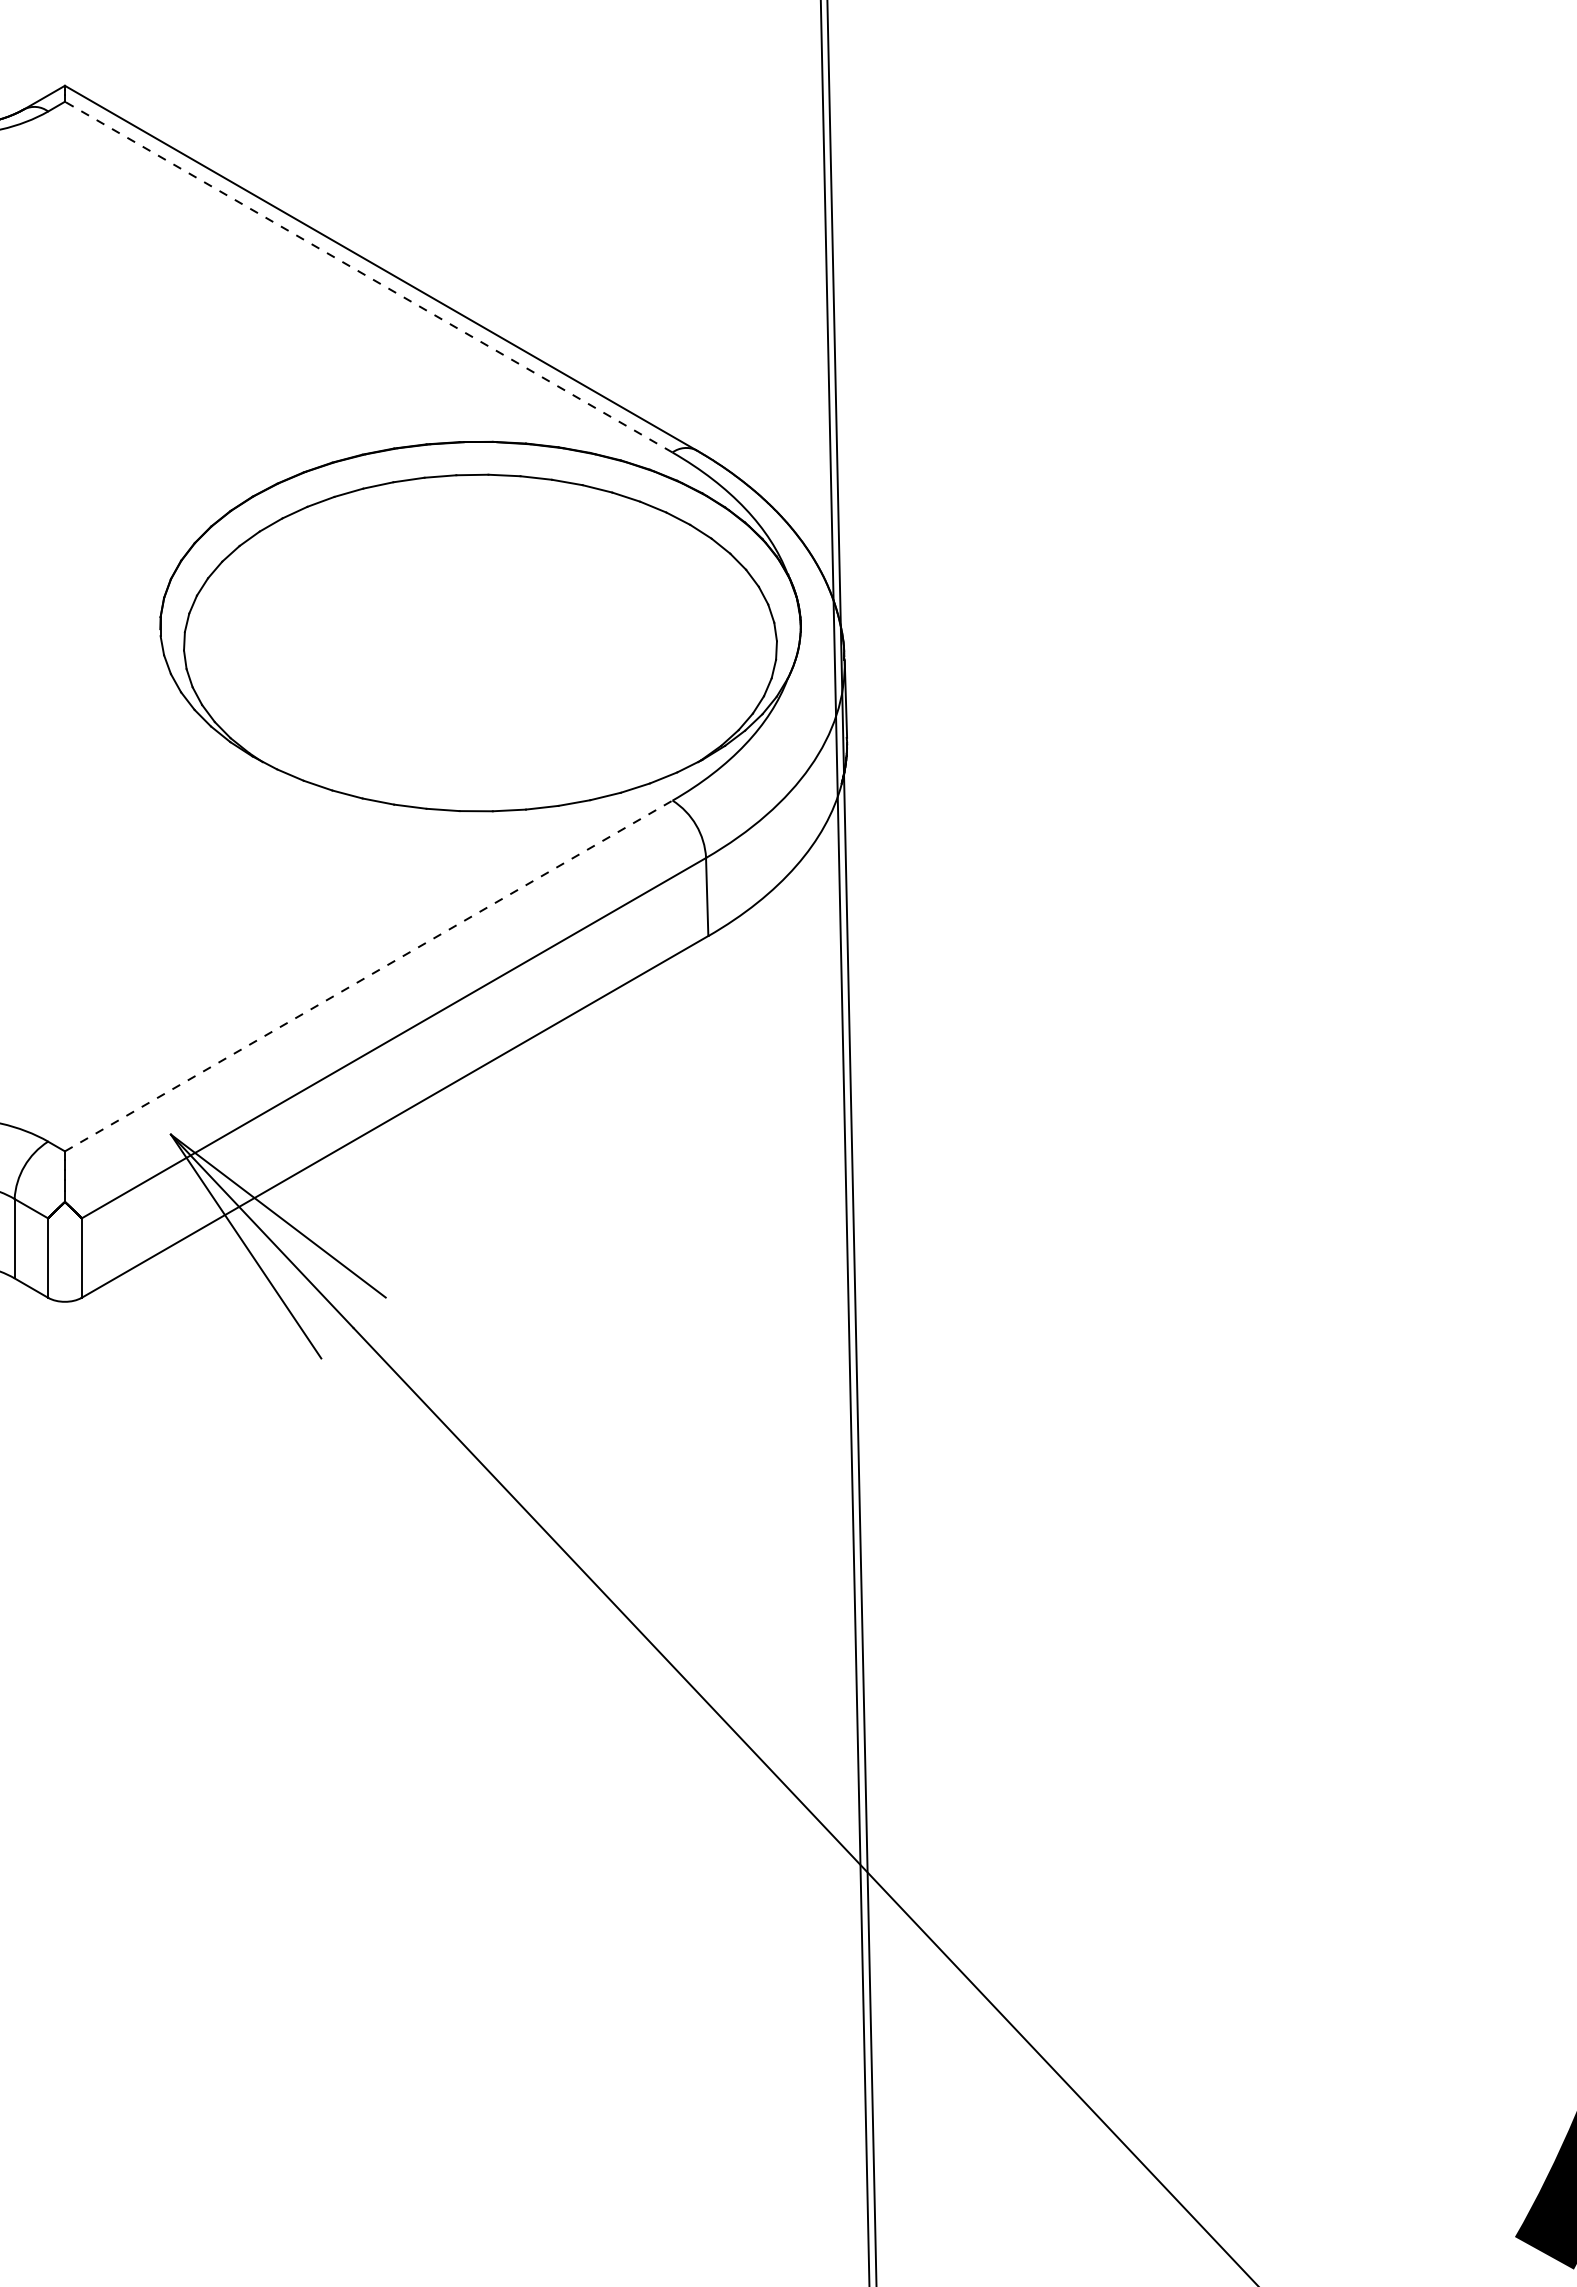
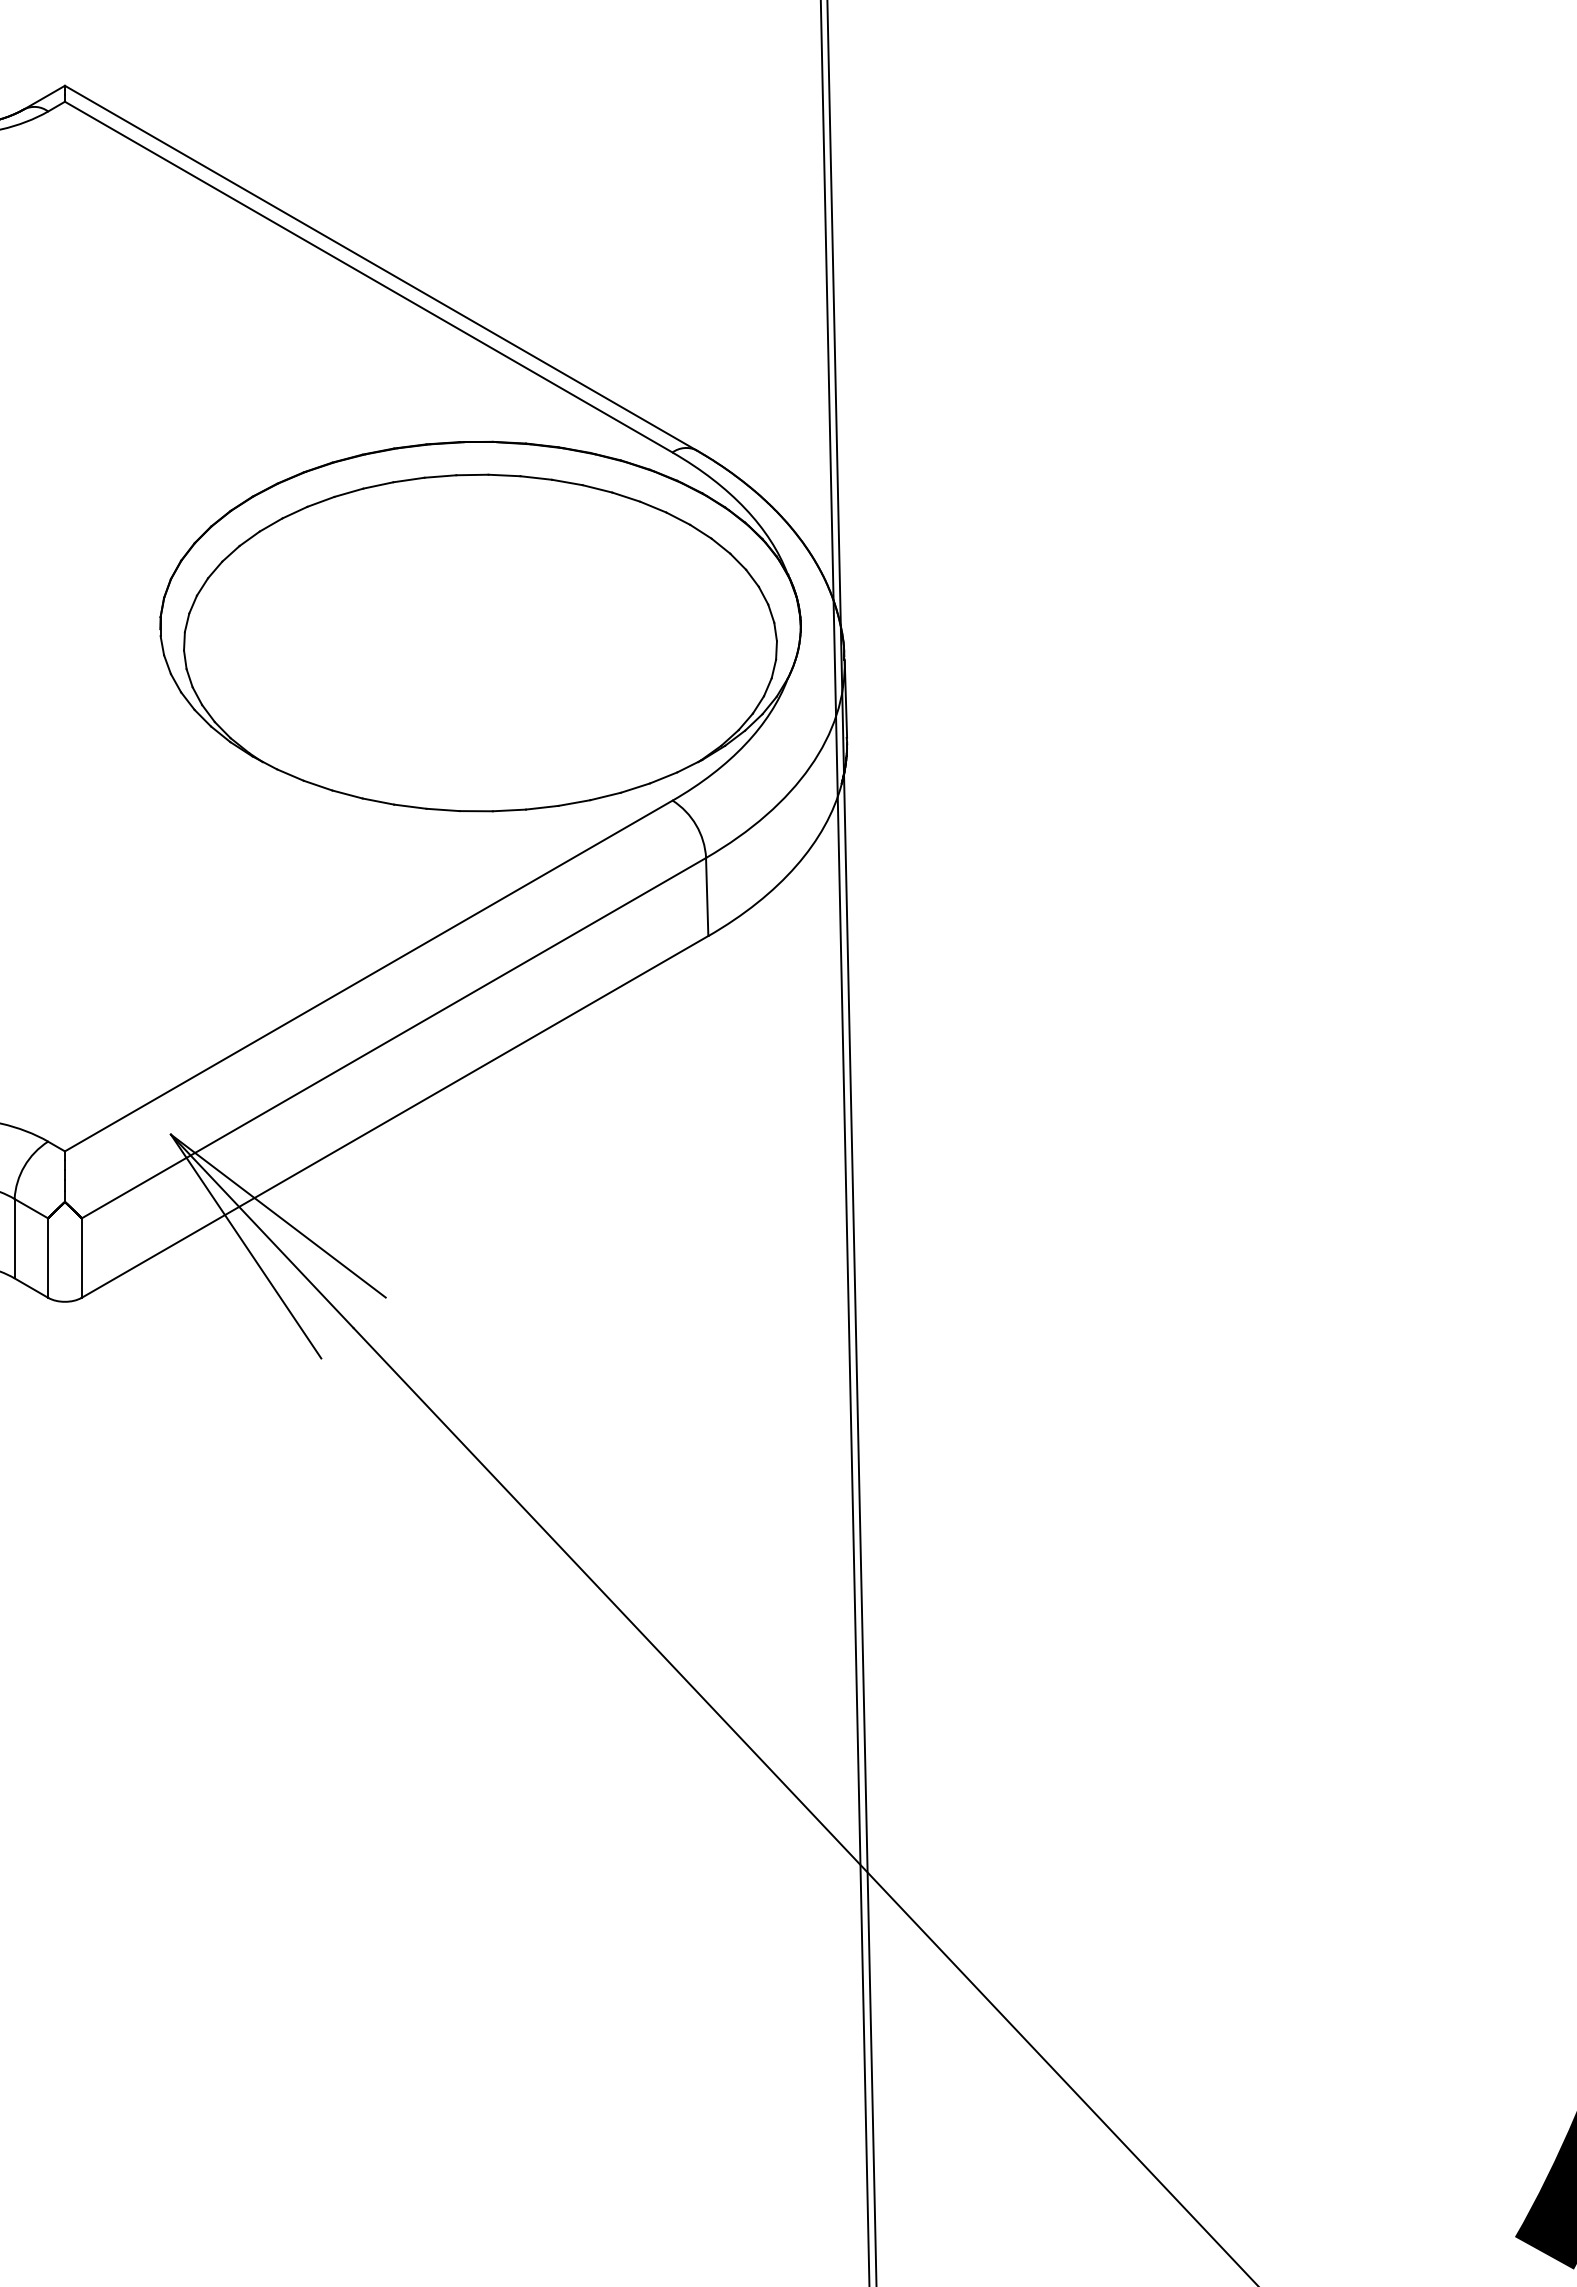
line at (368, 277): dashed -> solid
line at (368, 976): dashed -> solid
